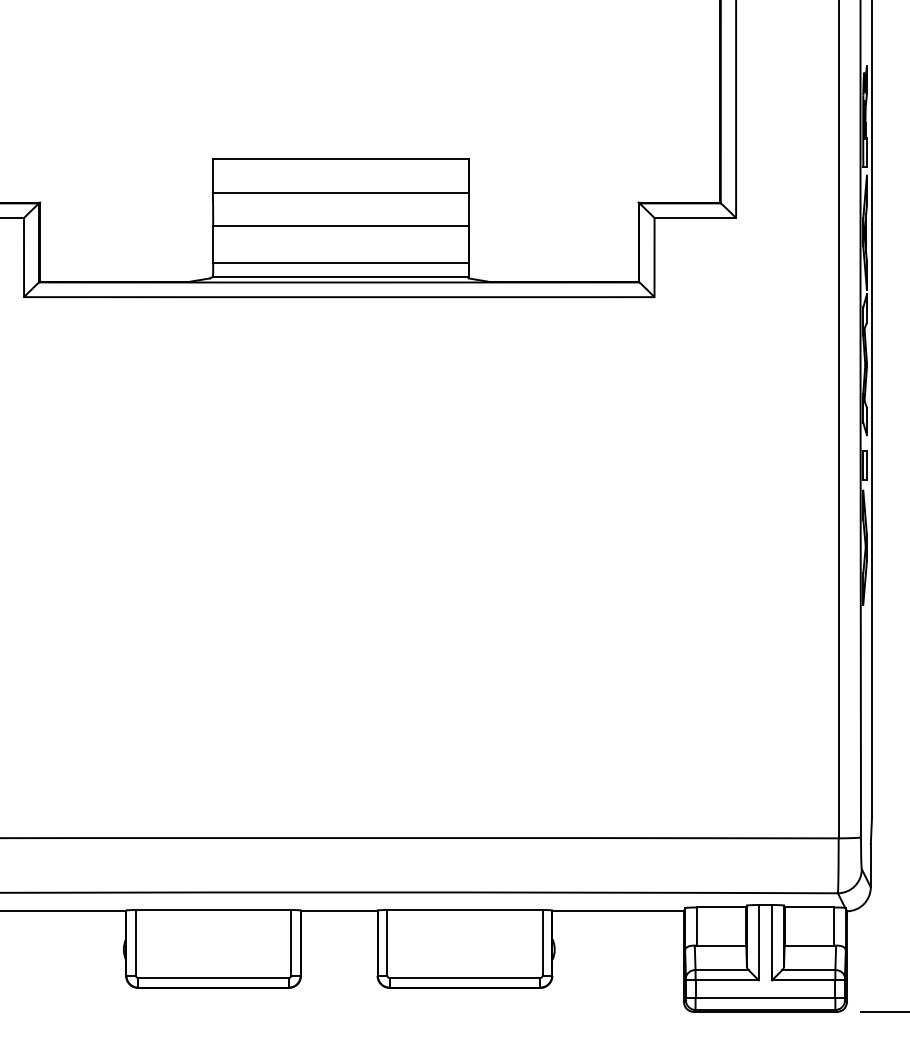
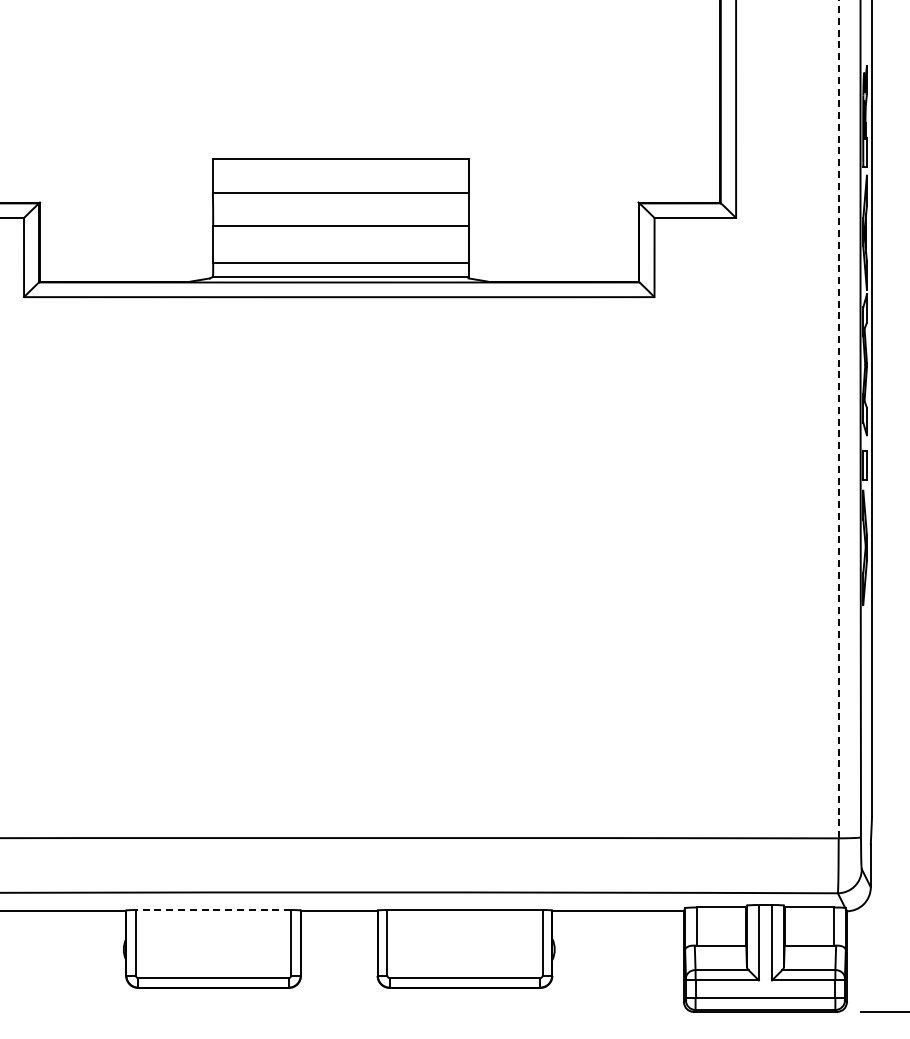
line at (838, 419): solid -> dashed
line at (213, 910): solid -> dashed
